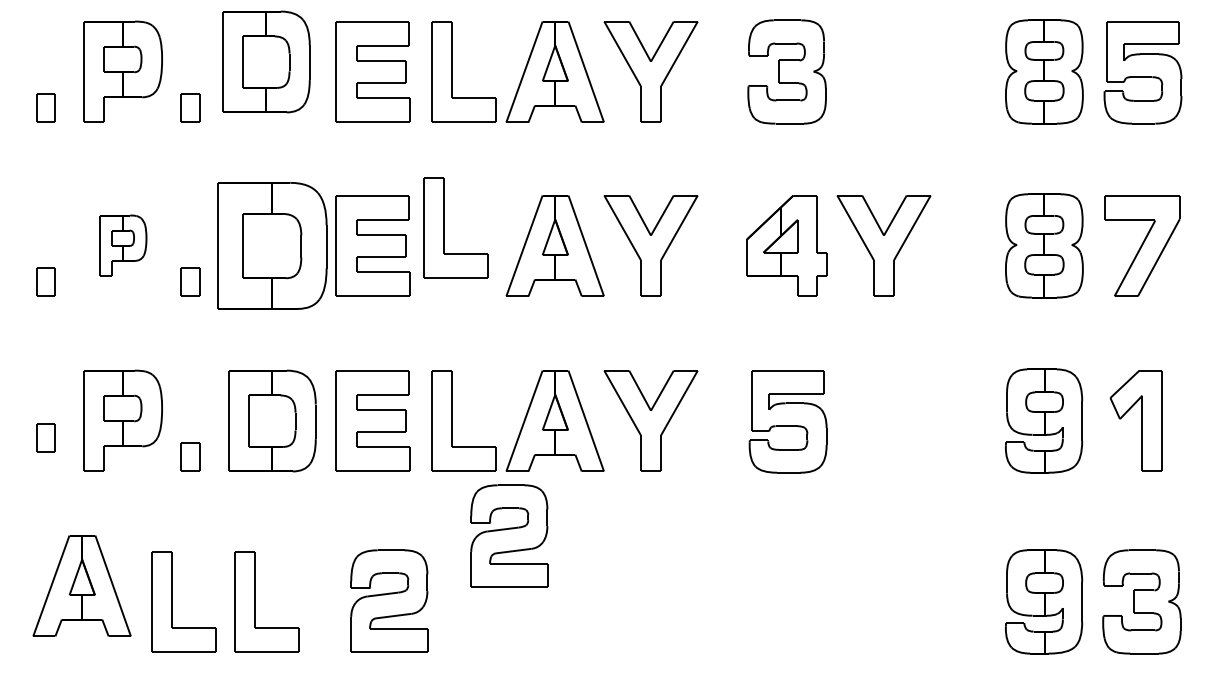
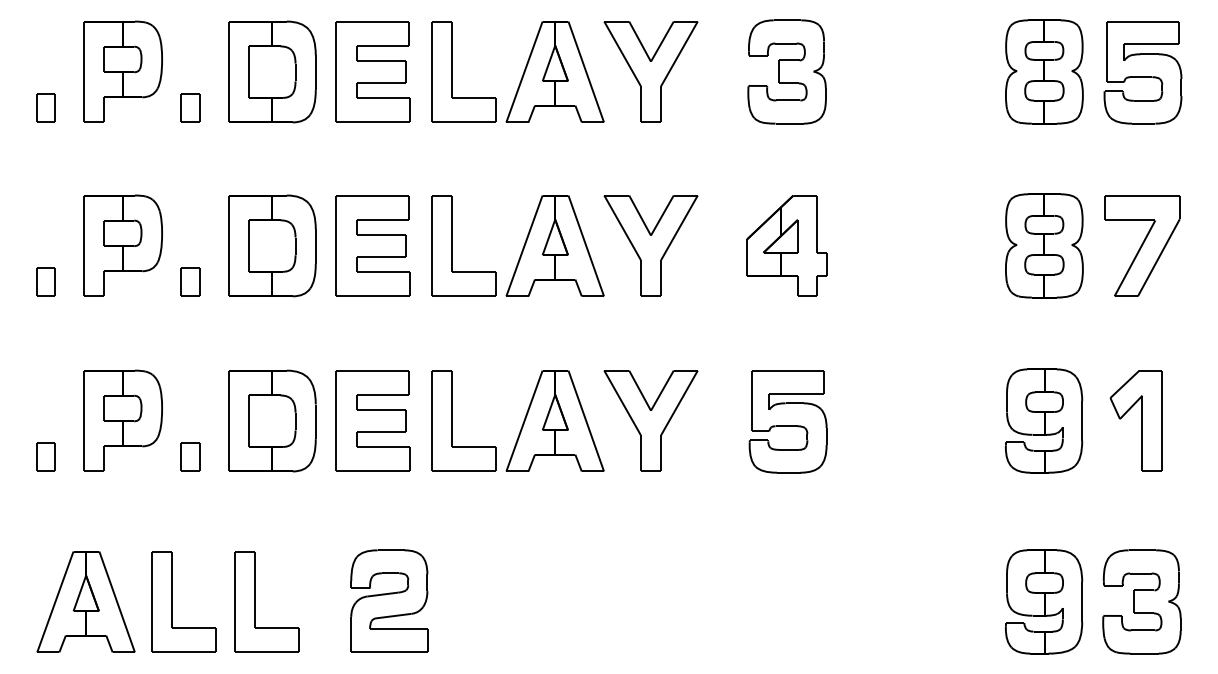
part at (266, 61) position: (266, 61) -> (272, 71)
part at (444, 227) position: (444, 227) -> (452, 245)
part at (123, 245) size: 49x63 px -> 80x103 px
part at (272, 245) size: 111x128 px -> 89x104 px
part at (883, 245): present -> none
part at (45, 437) position: (45, 437) -> (45, 456)
part at (509, 535): present -> none
part at (81, 585) position: (81, 585) -> (85, 601)
